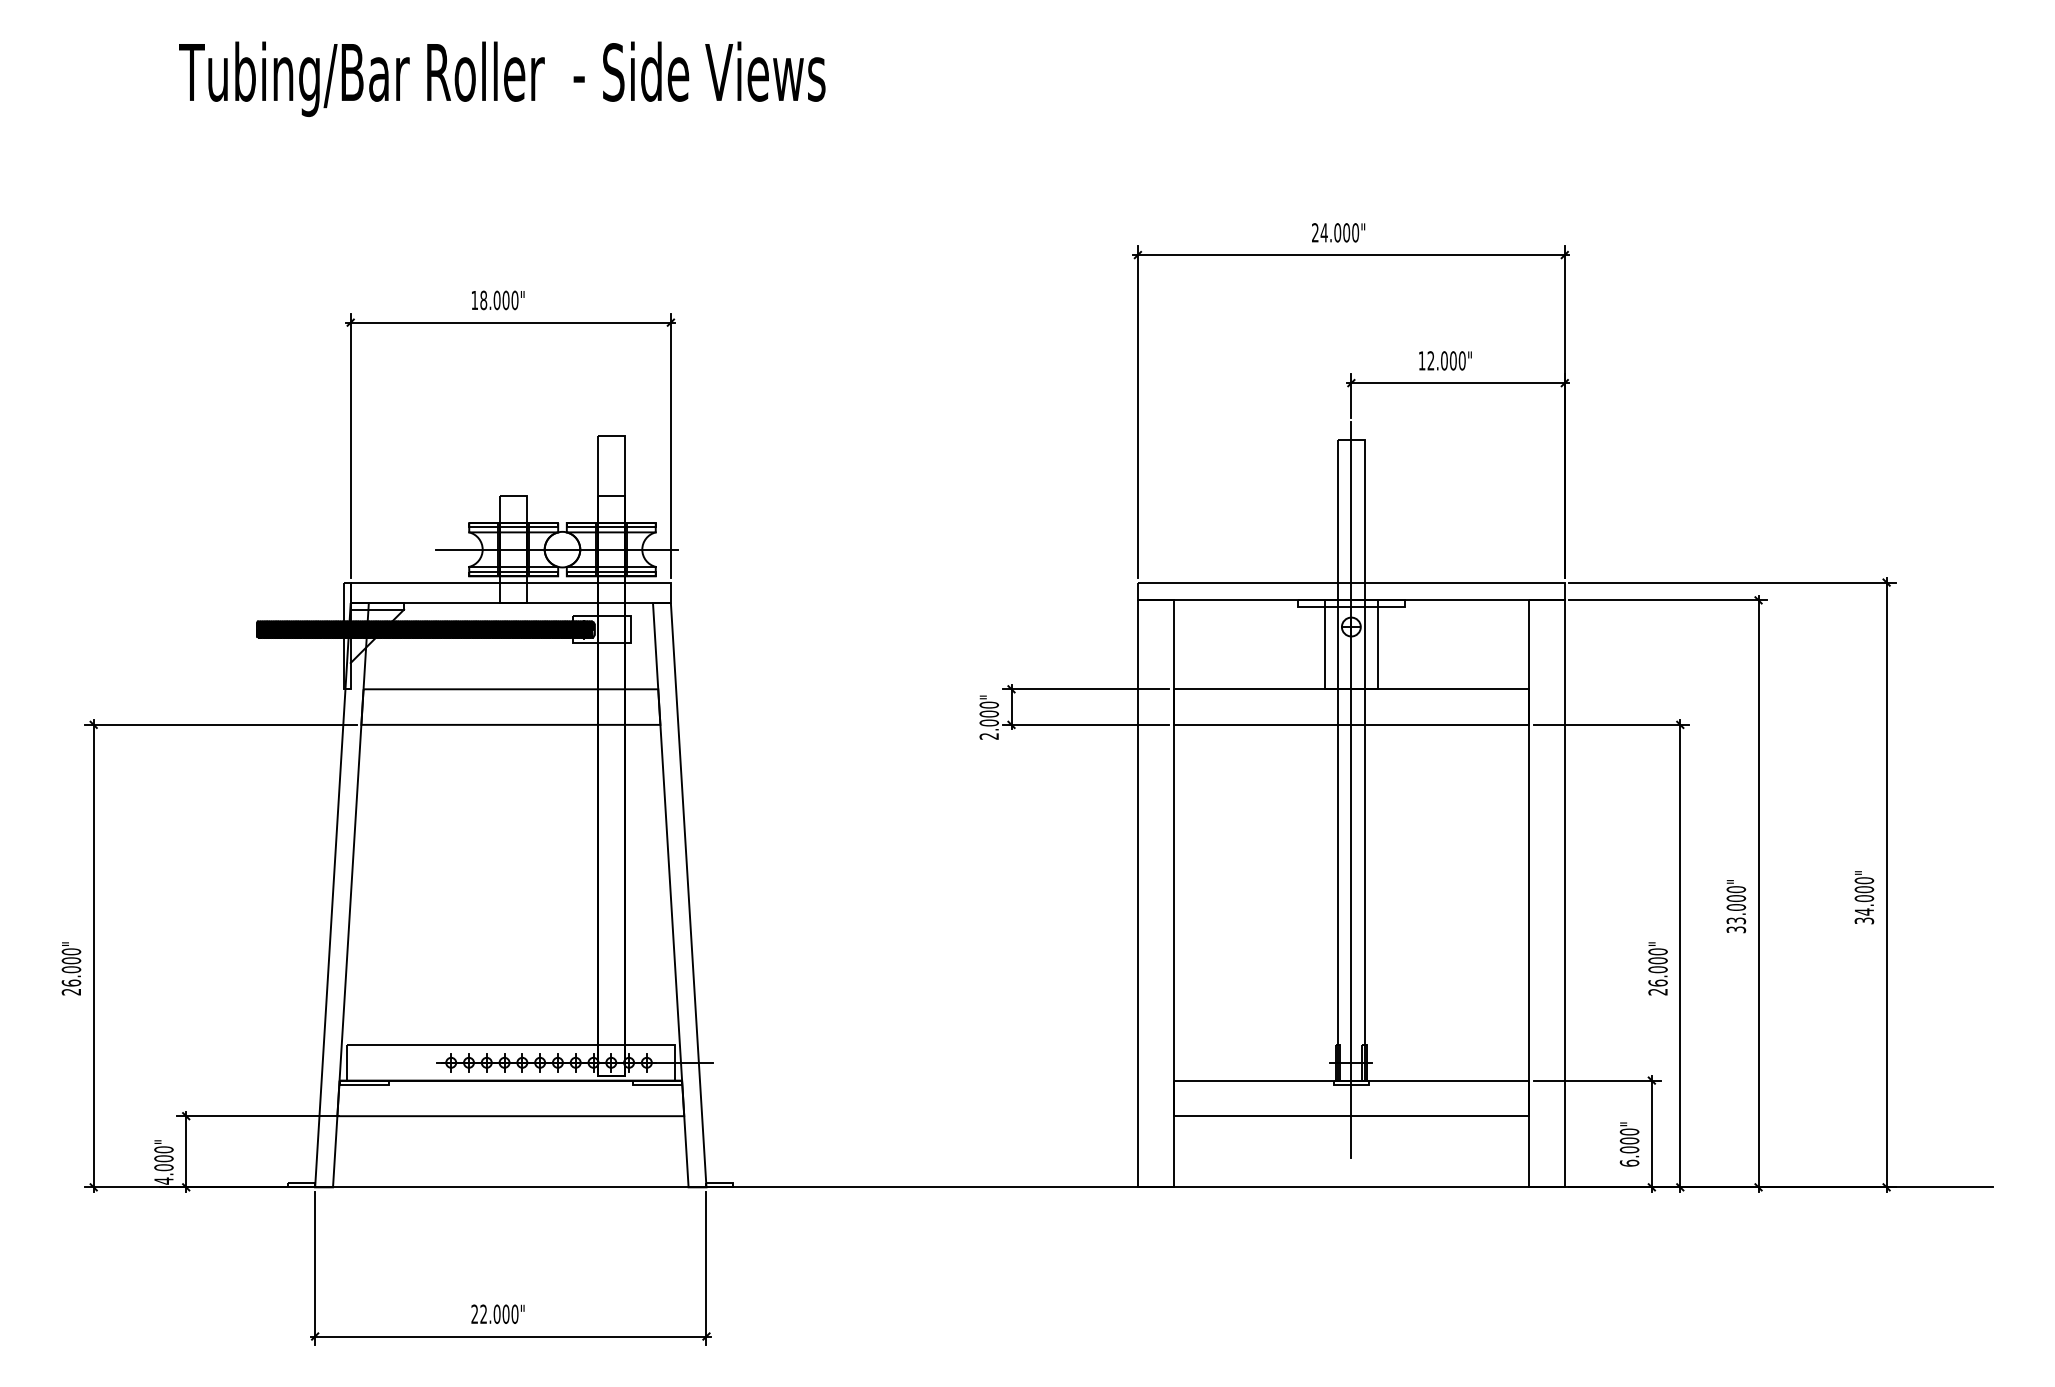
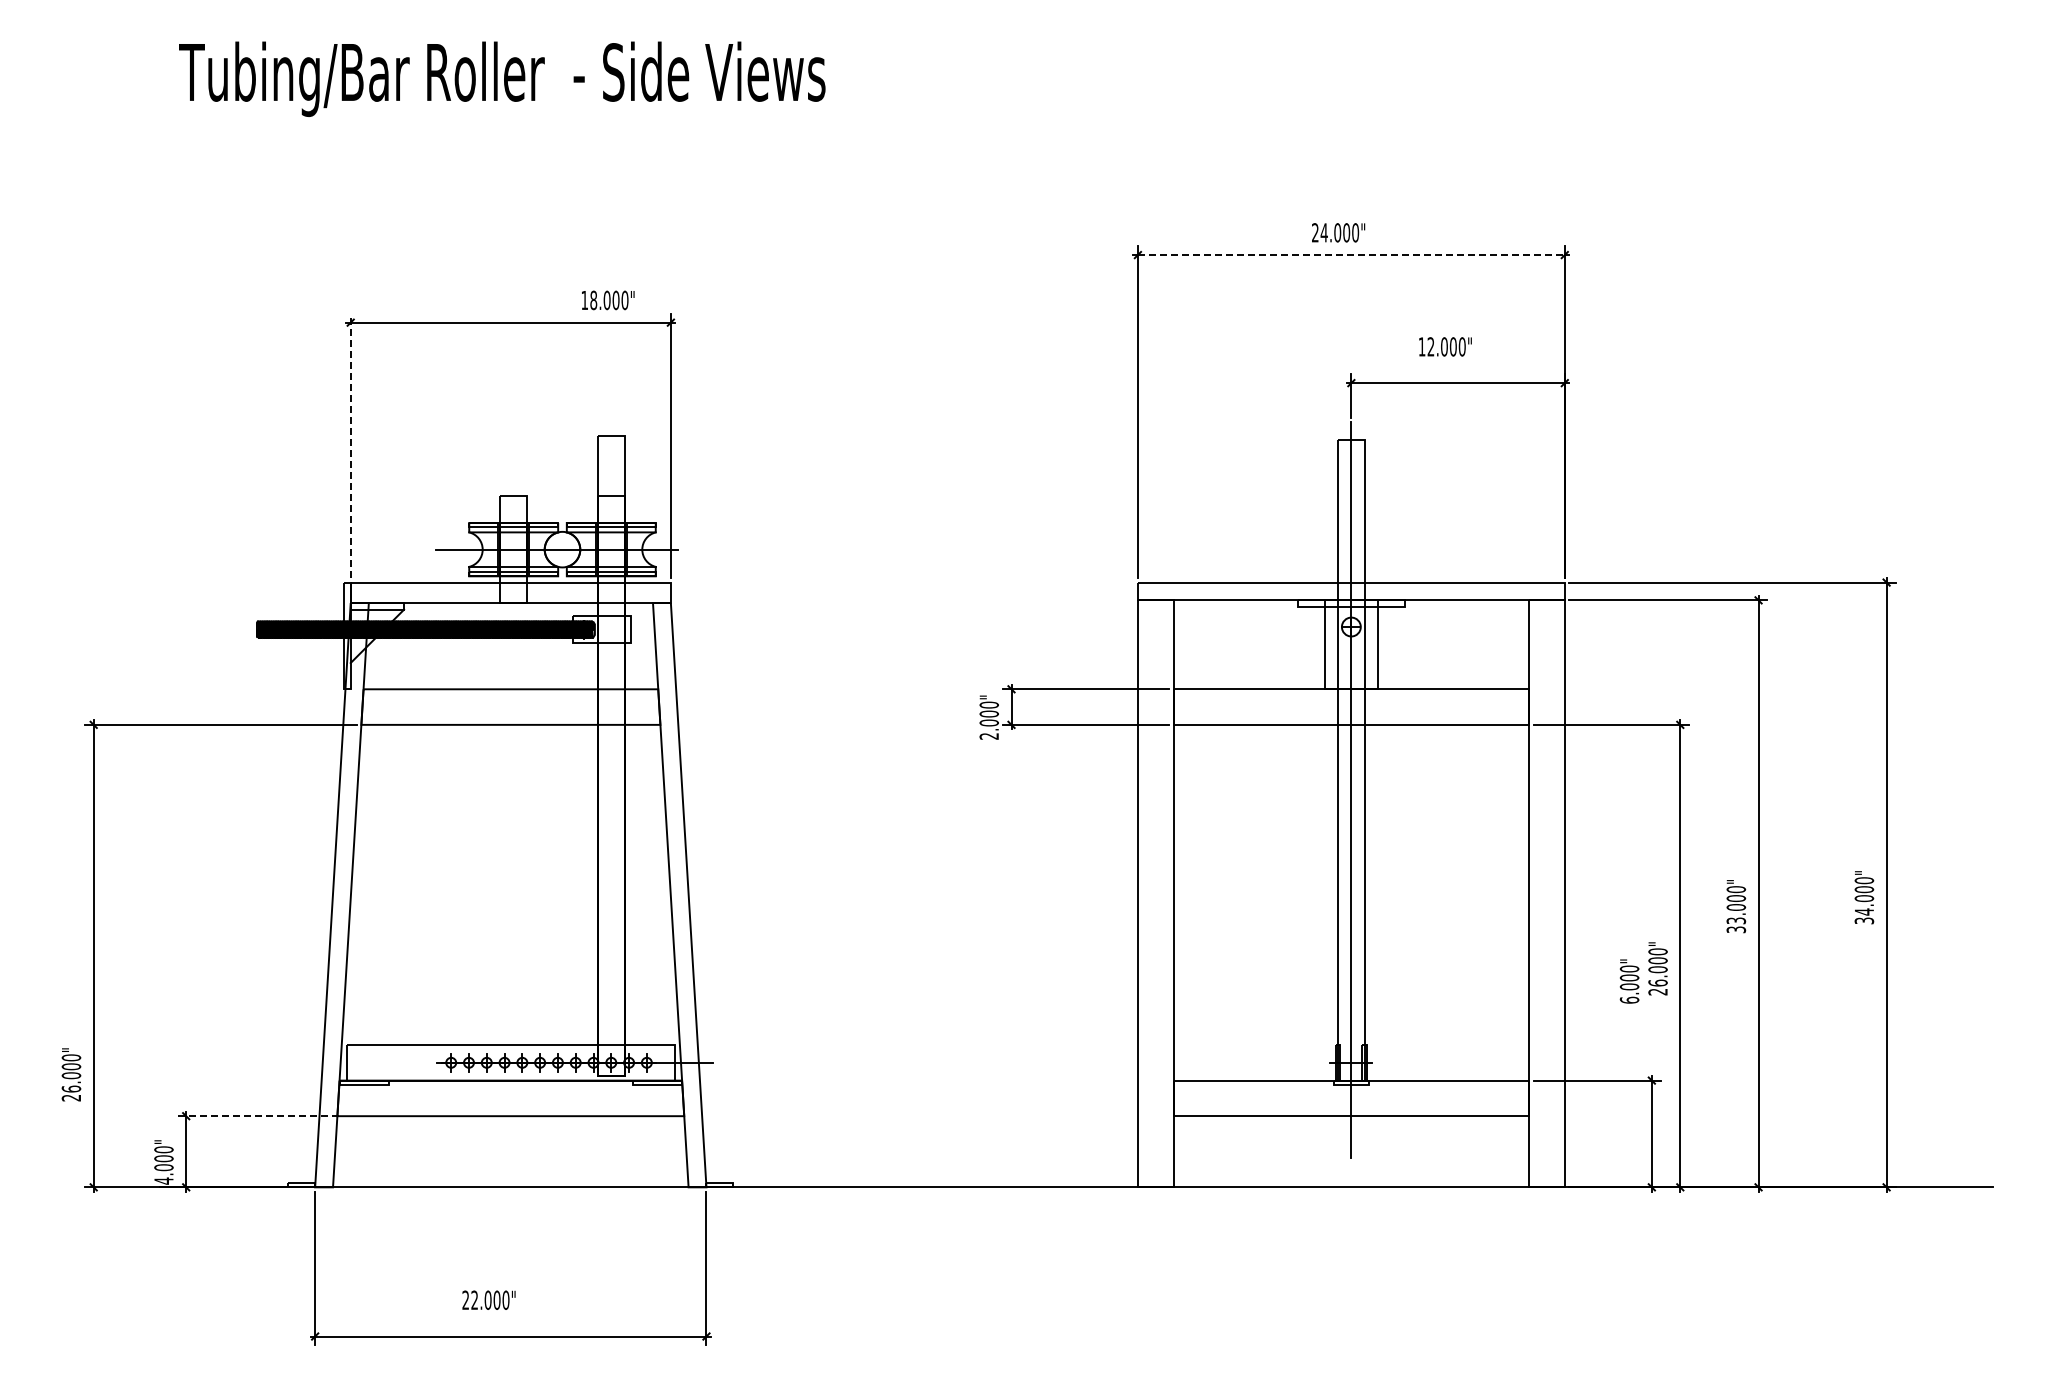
line at (1351, 255): solid -> dashed
text at (498, 300) position: (498, 300) -> (608, 300)
text at (1445, 360) position: (1445, 360) -> (1445, 346)
line at (350, 445): solid -> dashed
text at (71, 968) position: (71, 968) -> (71, 1074)
line at (258, 1116): solid -> dashed
text at (1629, 1144) position: (1629, 1144) -> (1629, 981)
text at (497, 1313) position: (497, 1313) -> (488, 1299)
